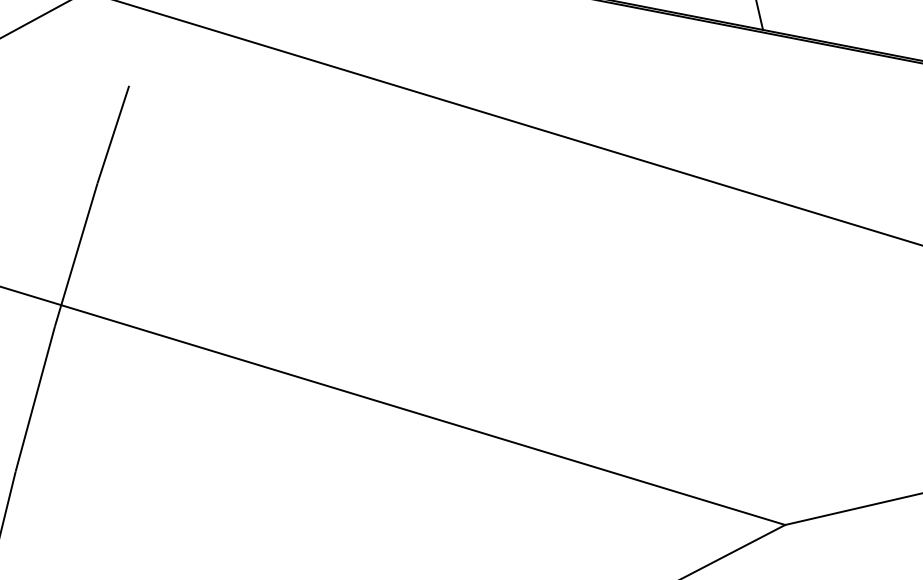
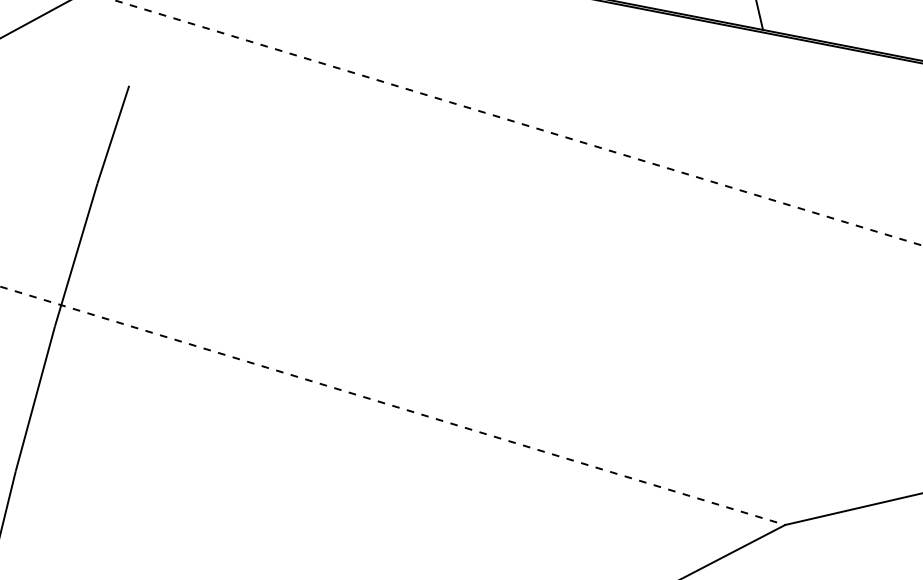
line at (518, 122): solid -> dashed
line at (392, 405): solid -> dashed
